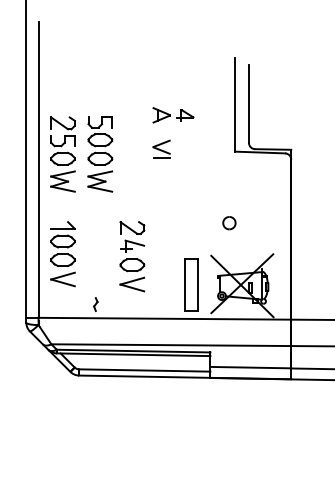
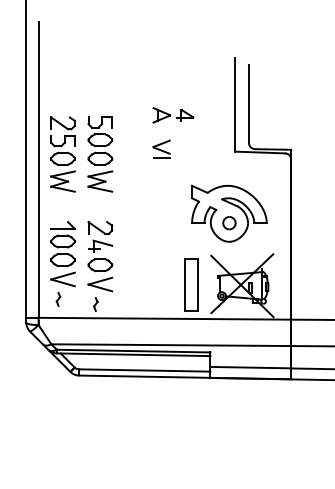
part at (229, 213): none -> present
part at (132, 256) position: (132, 256) -> (100, 256)
part at (58, 299): none -> present
